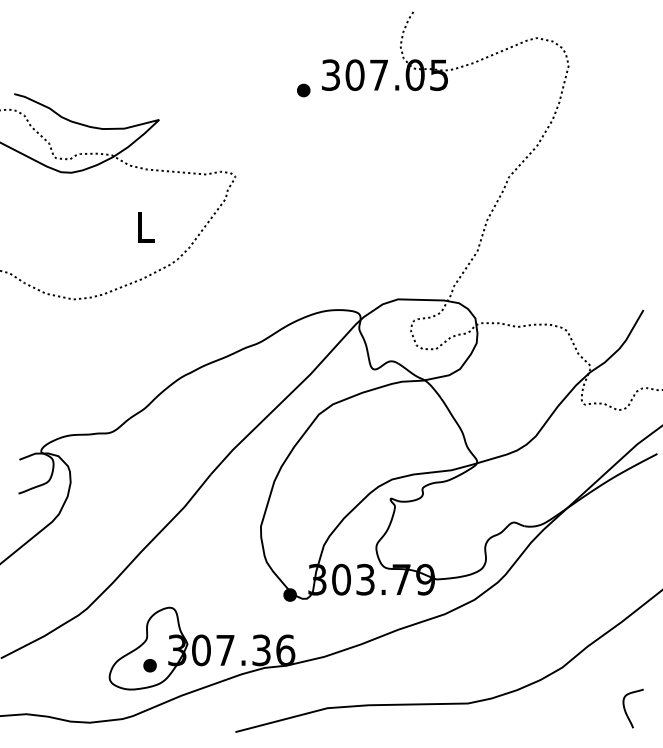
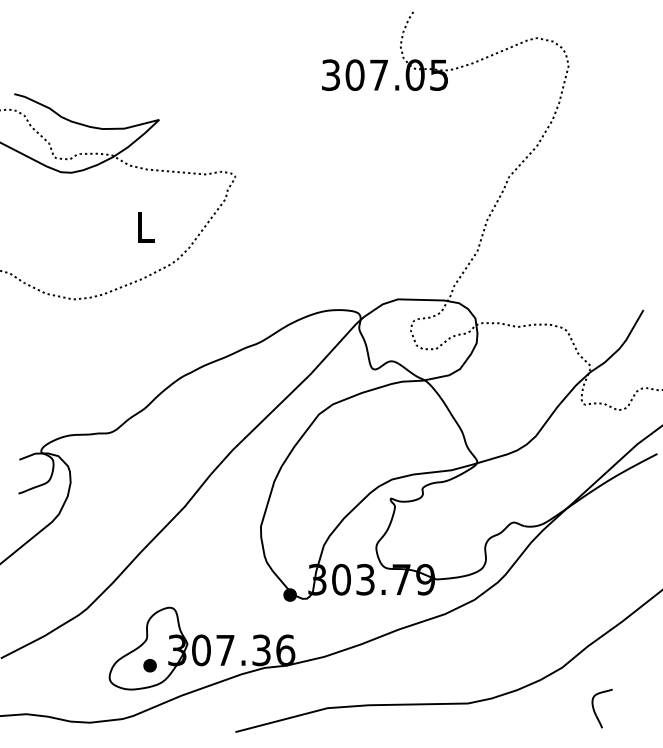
part at (303, 90): present -> none
part at (626, 711) position: (626, 711) -> (595, 711)
